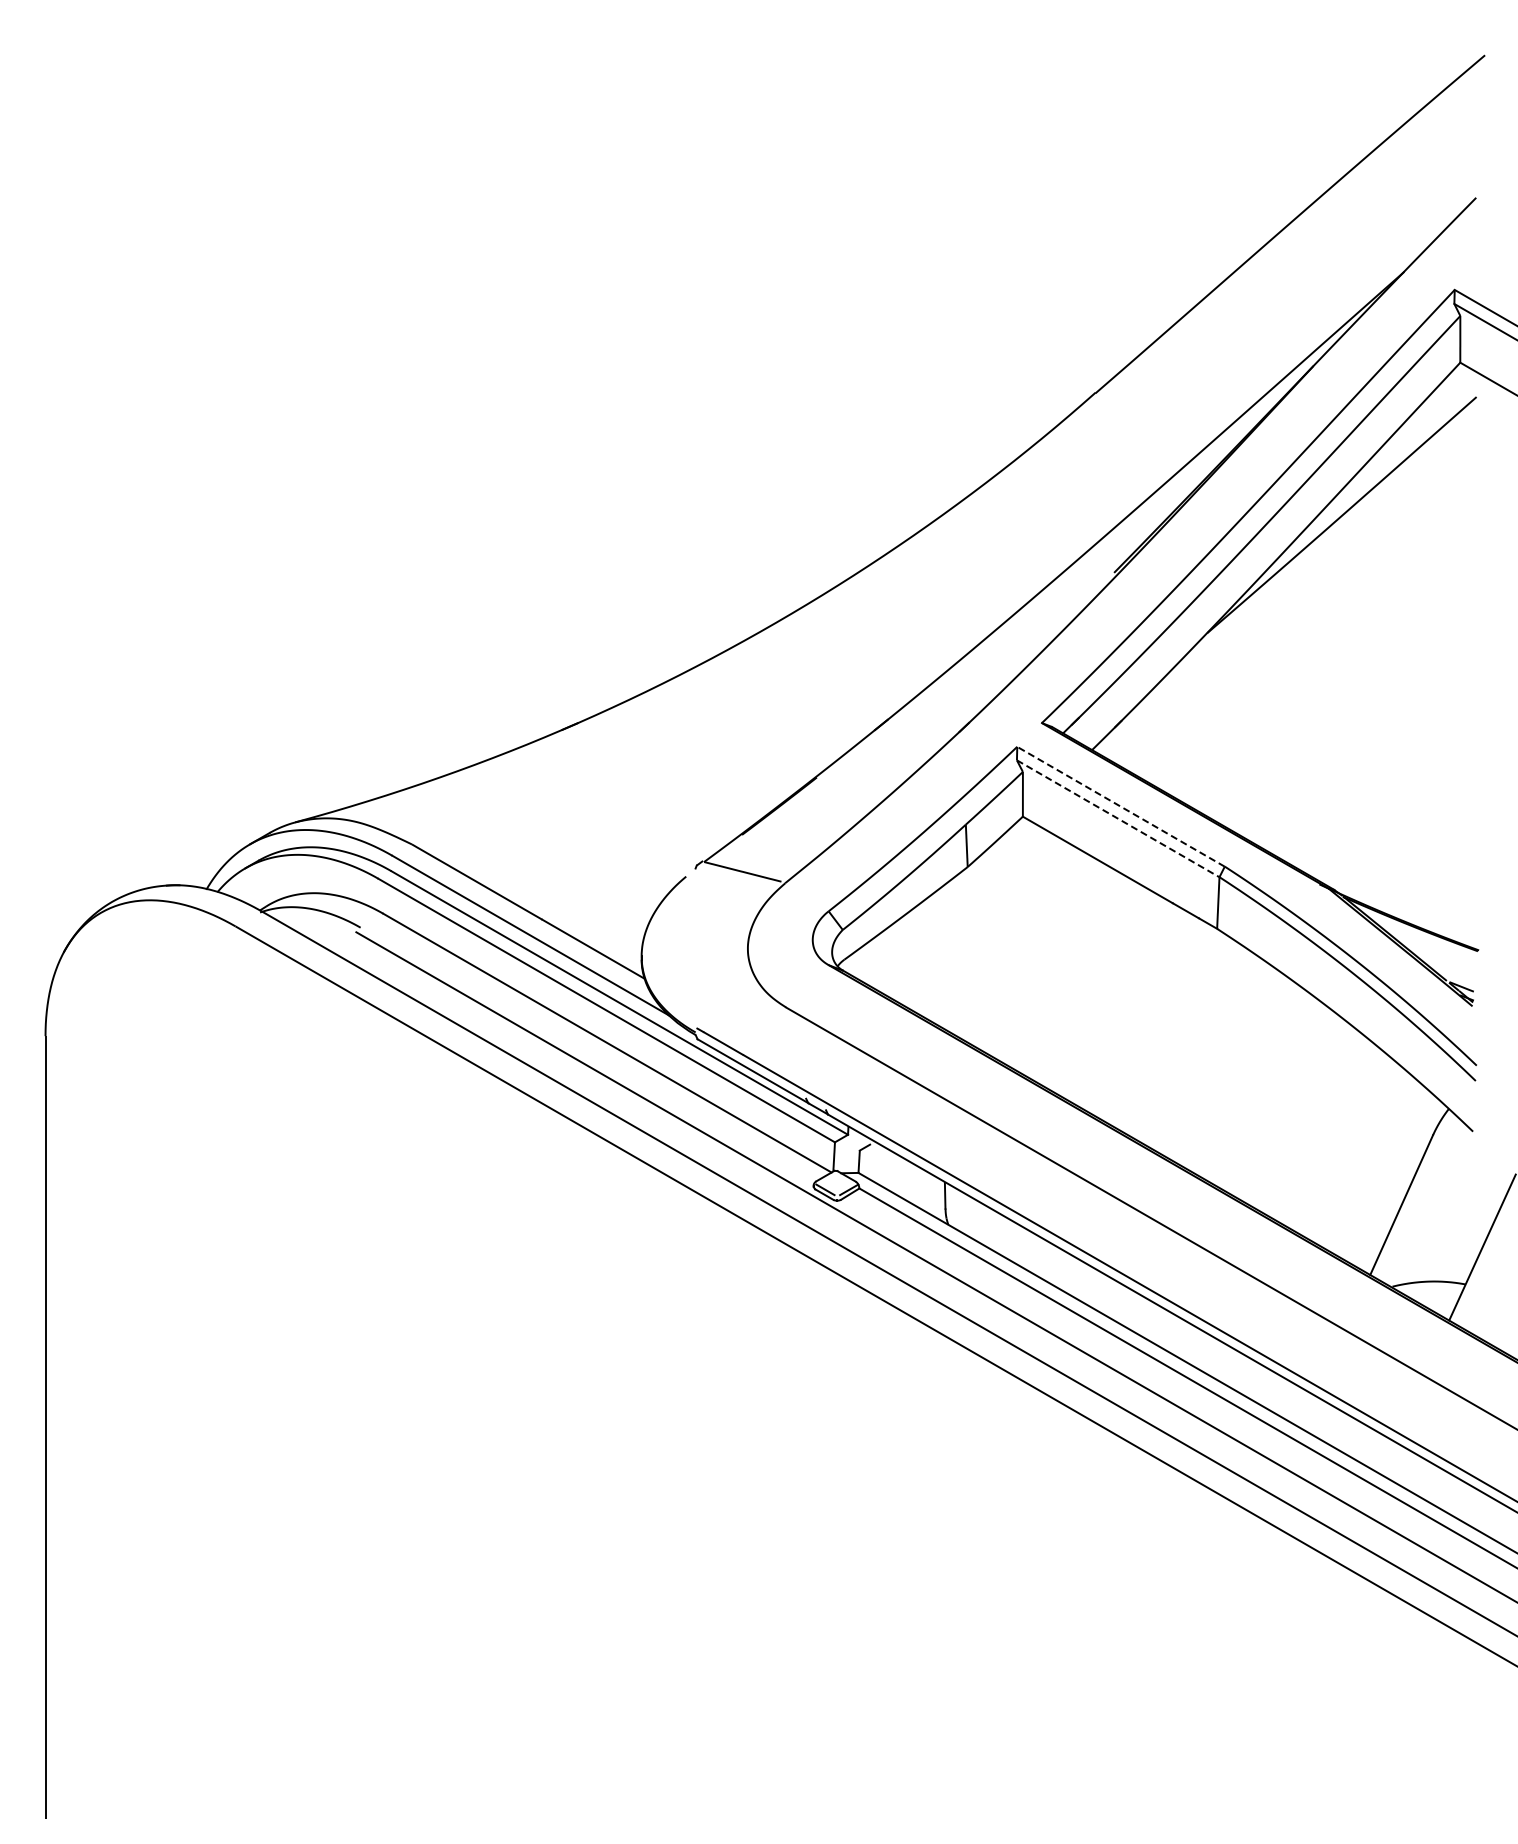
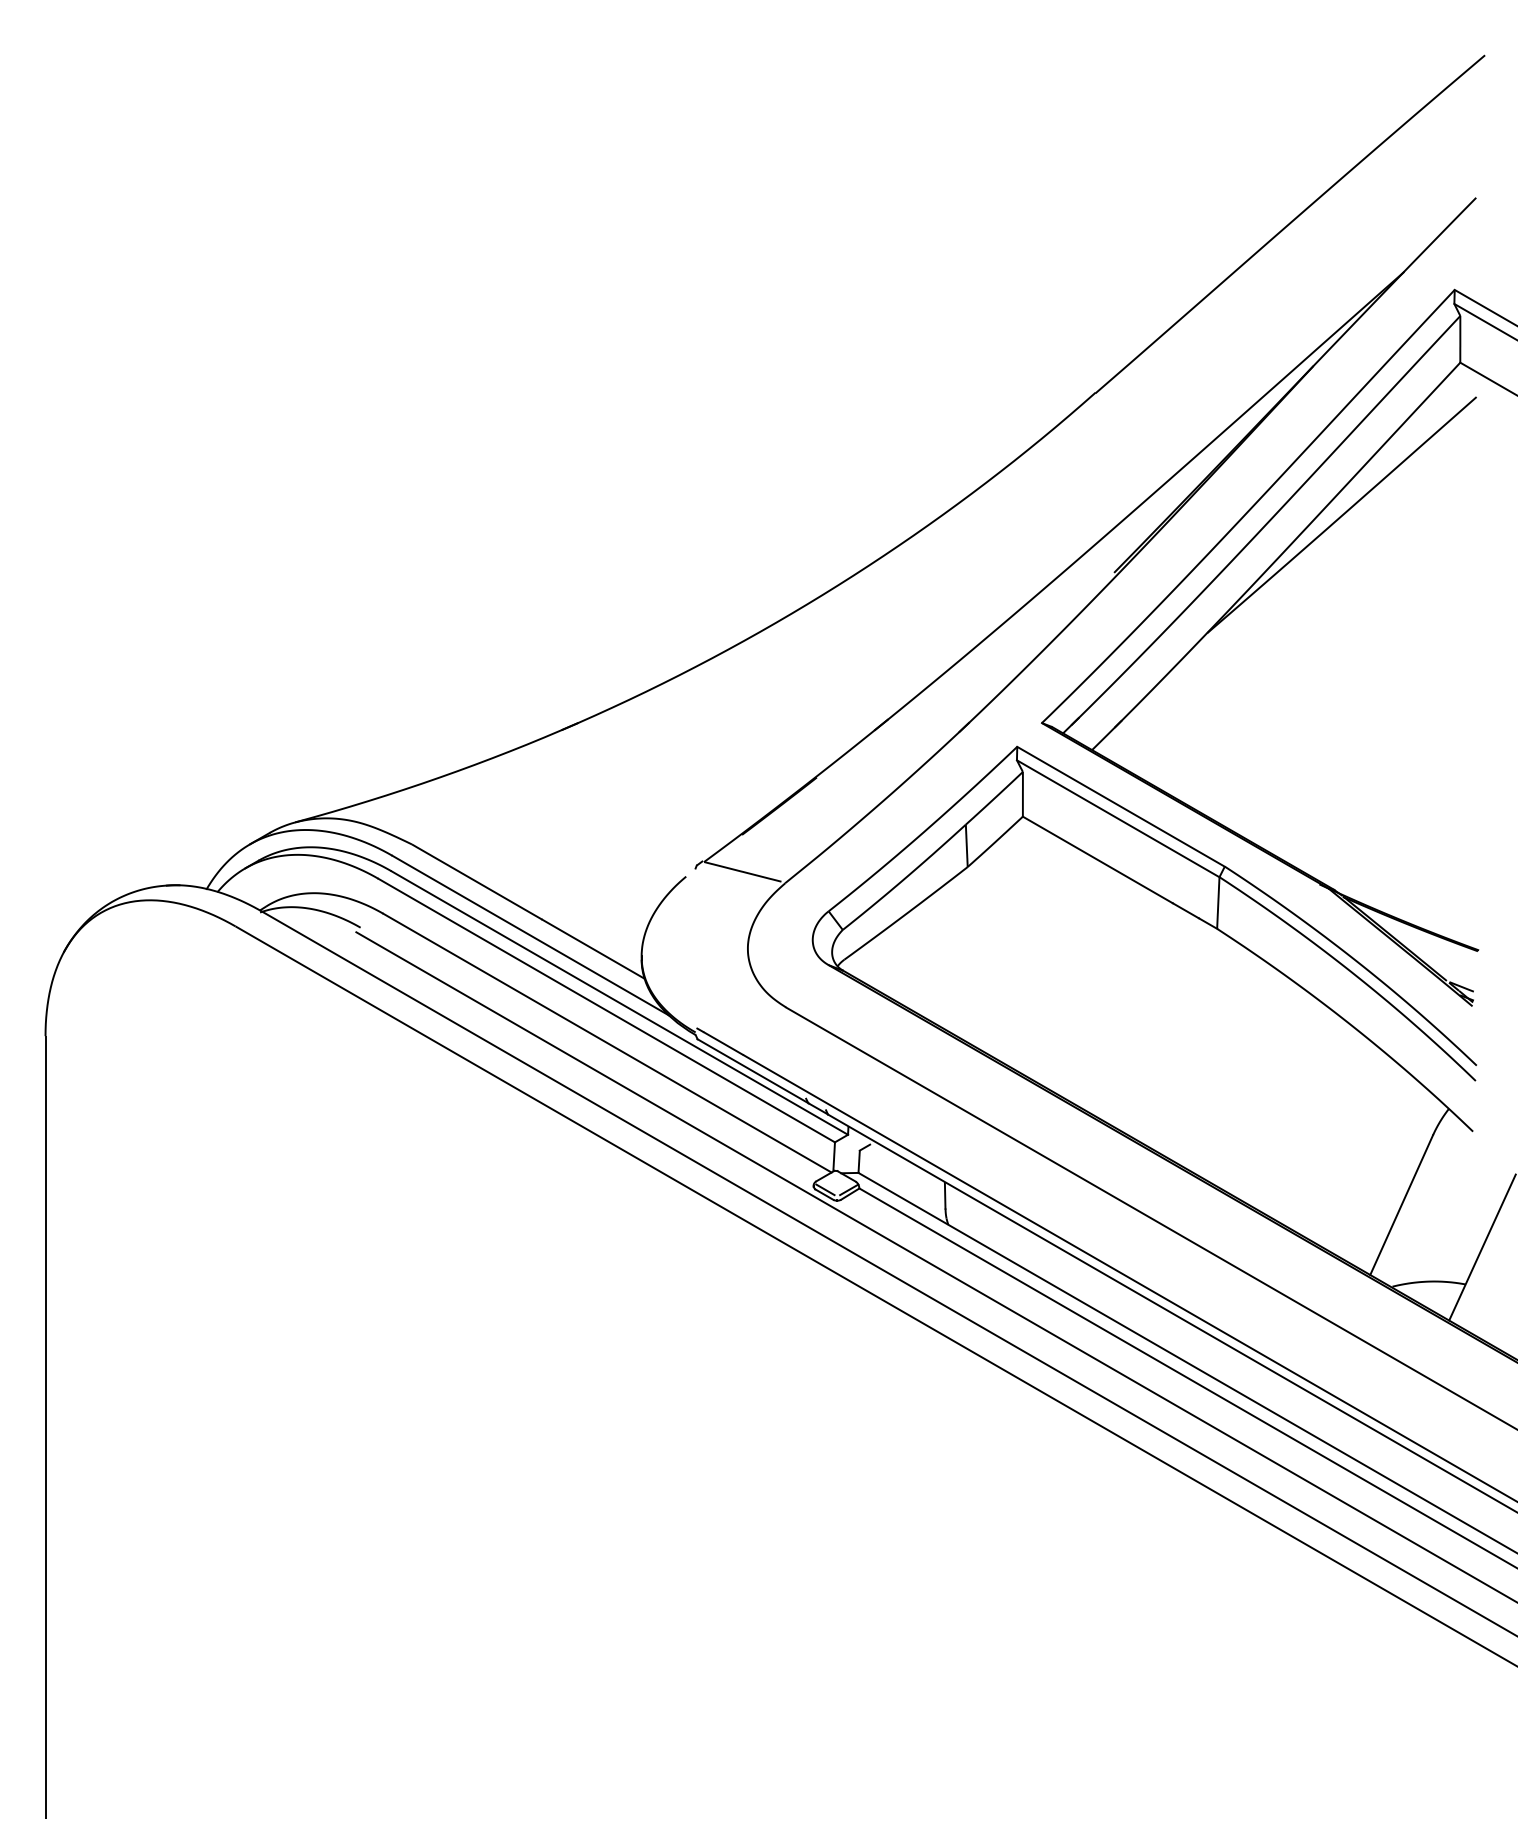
line at (1121, 806): dashed -> solid
line at (1118, 818): dashed -> solid
